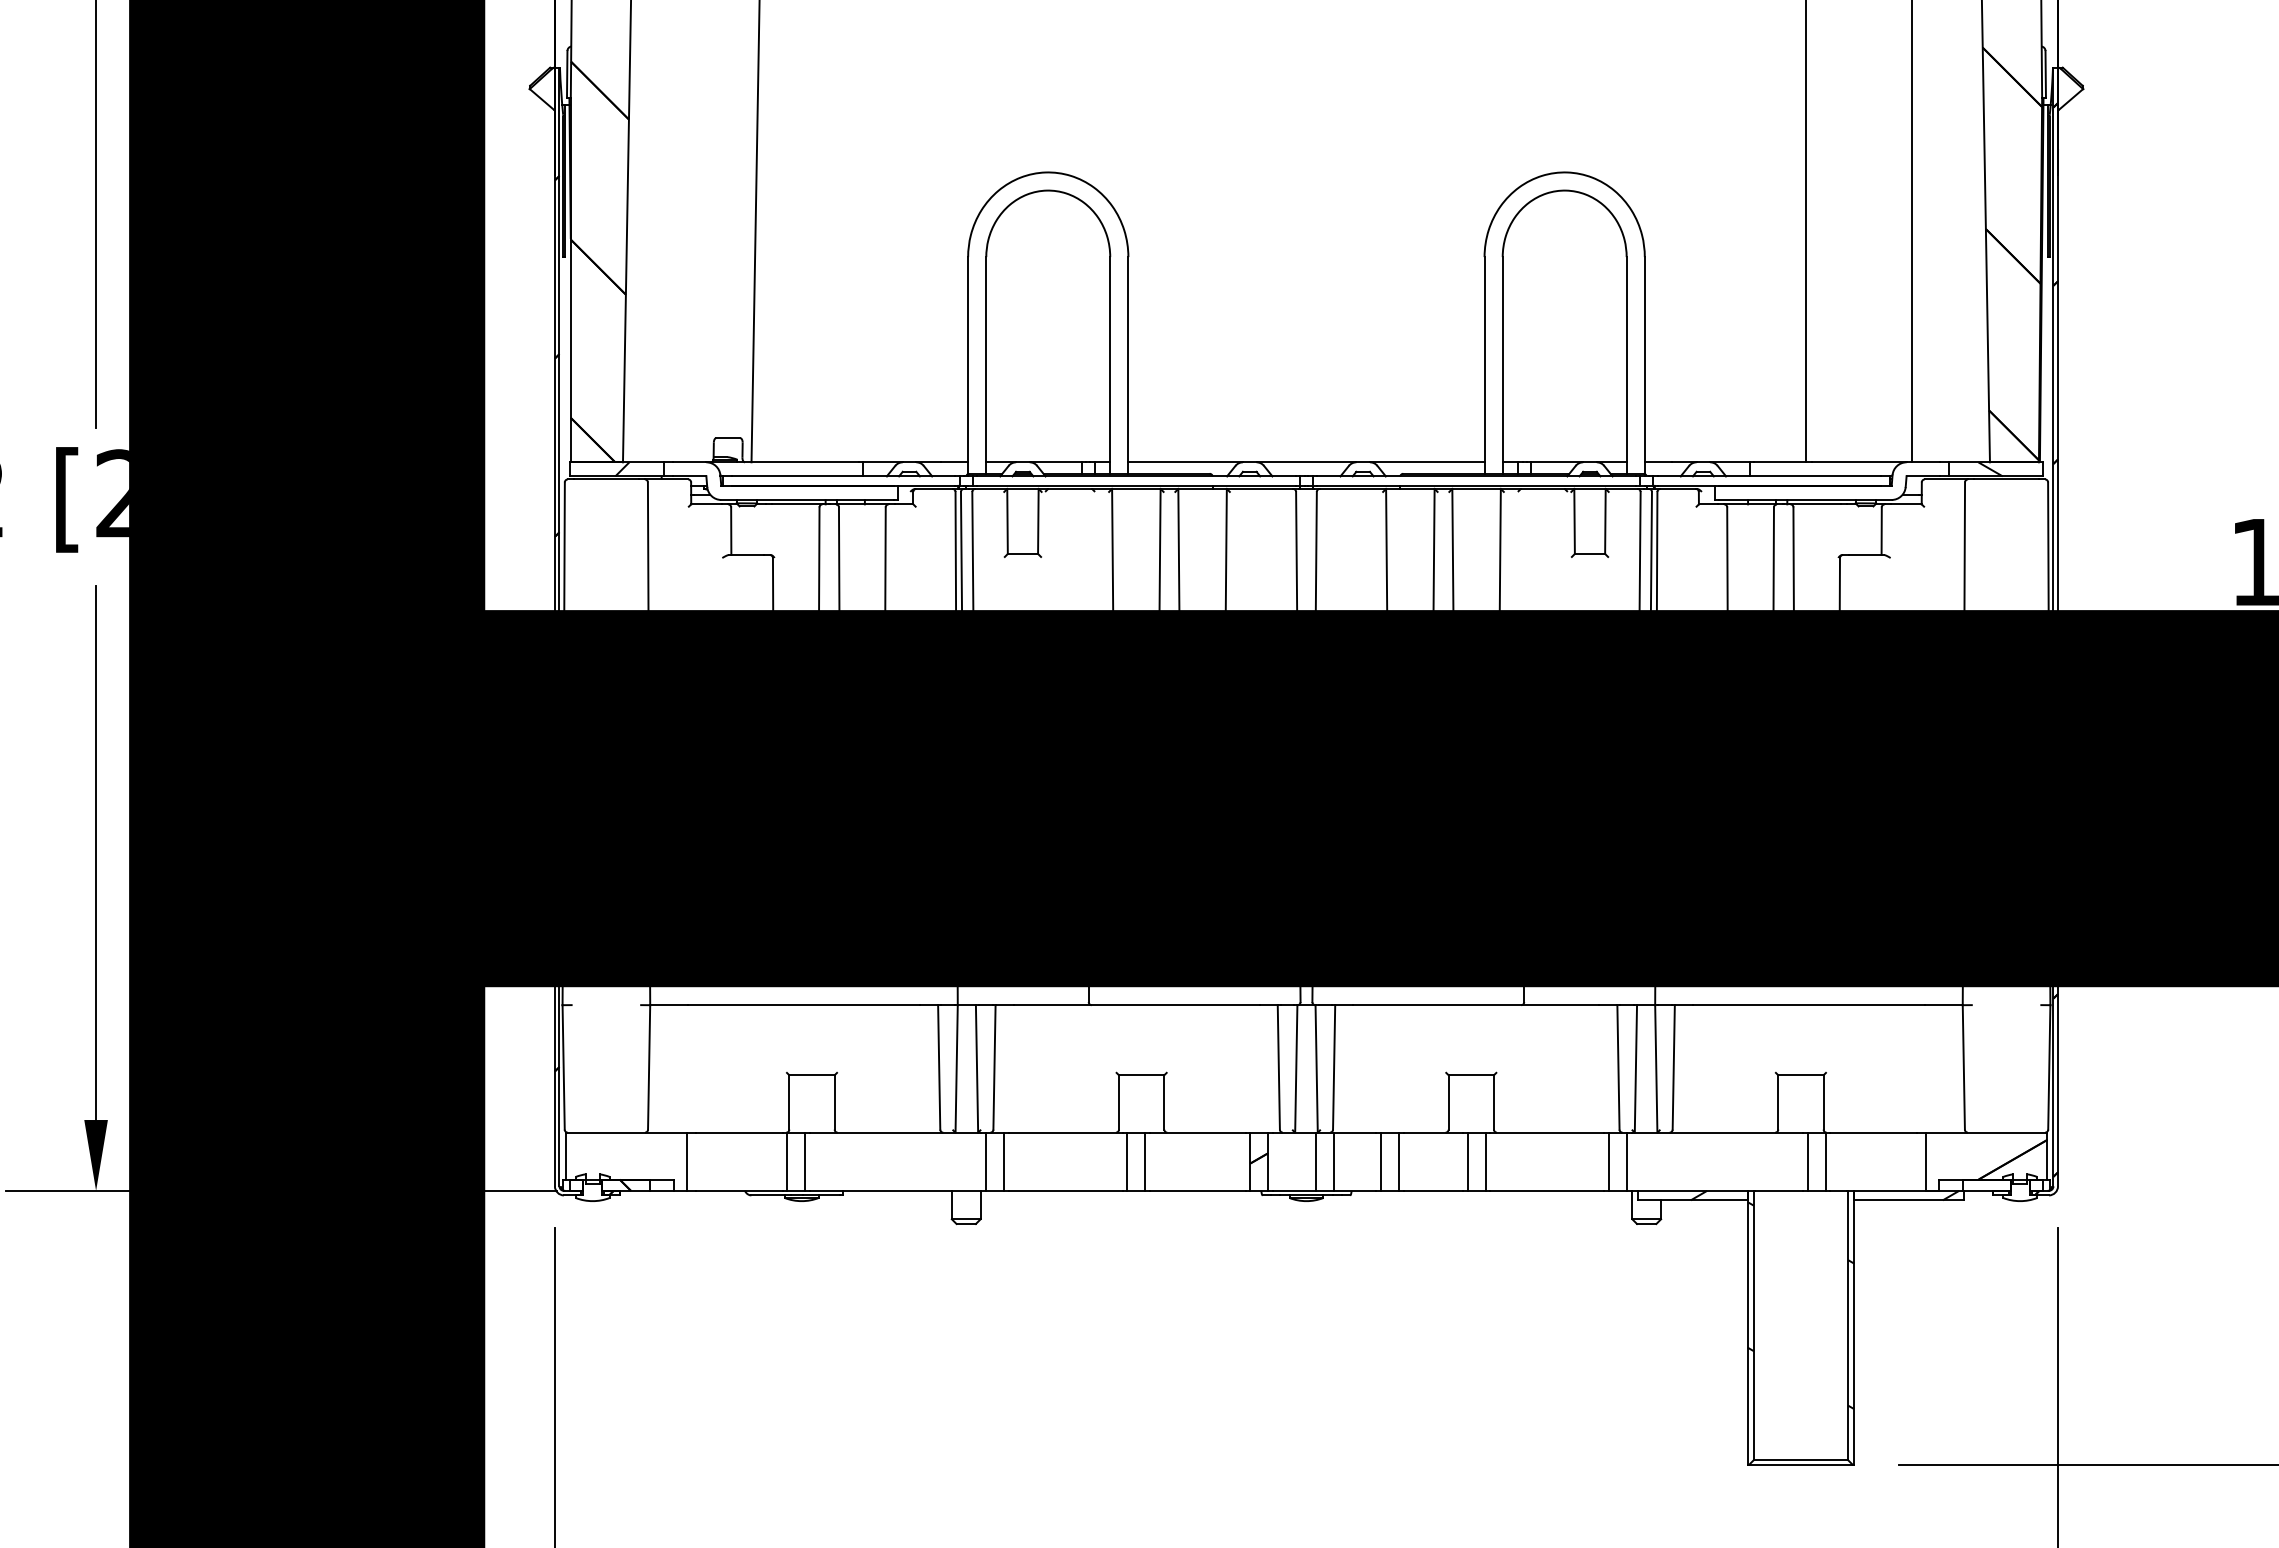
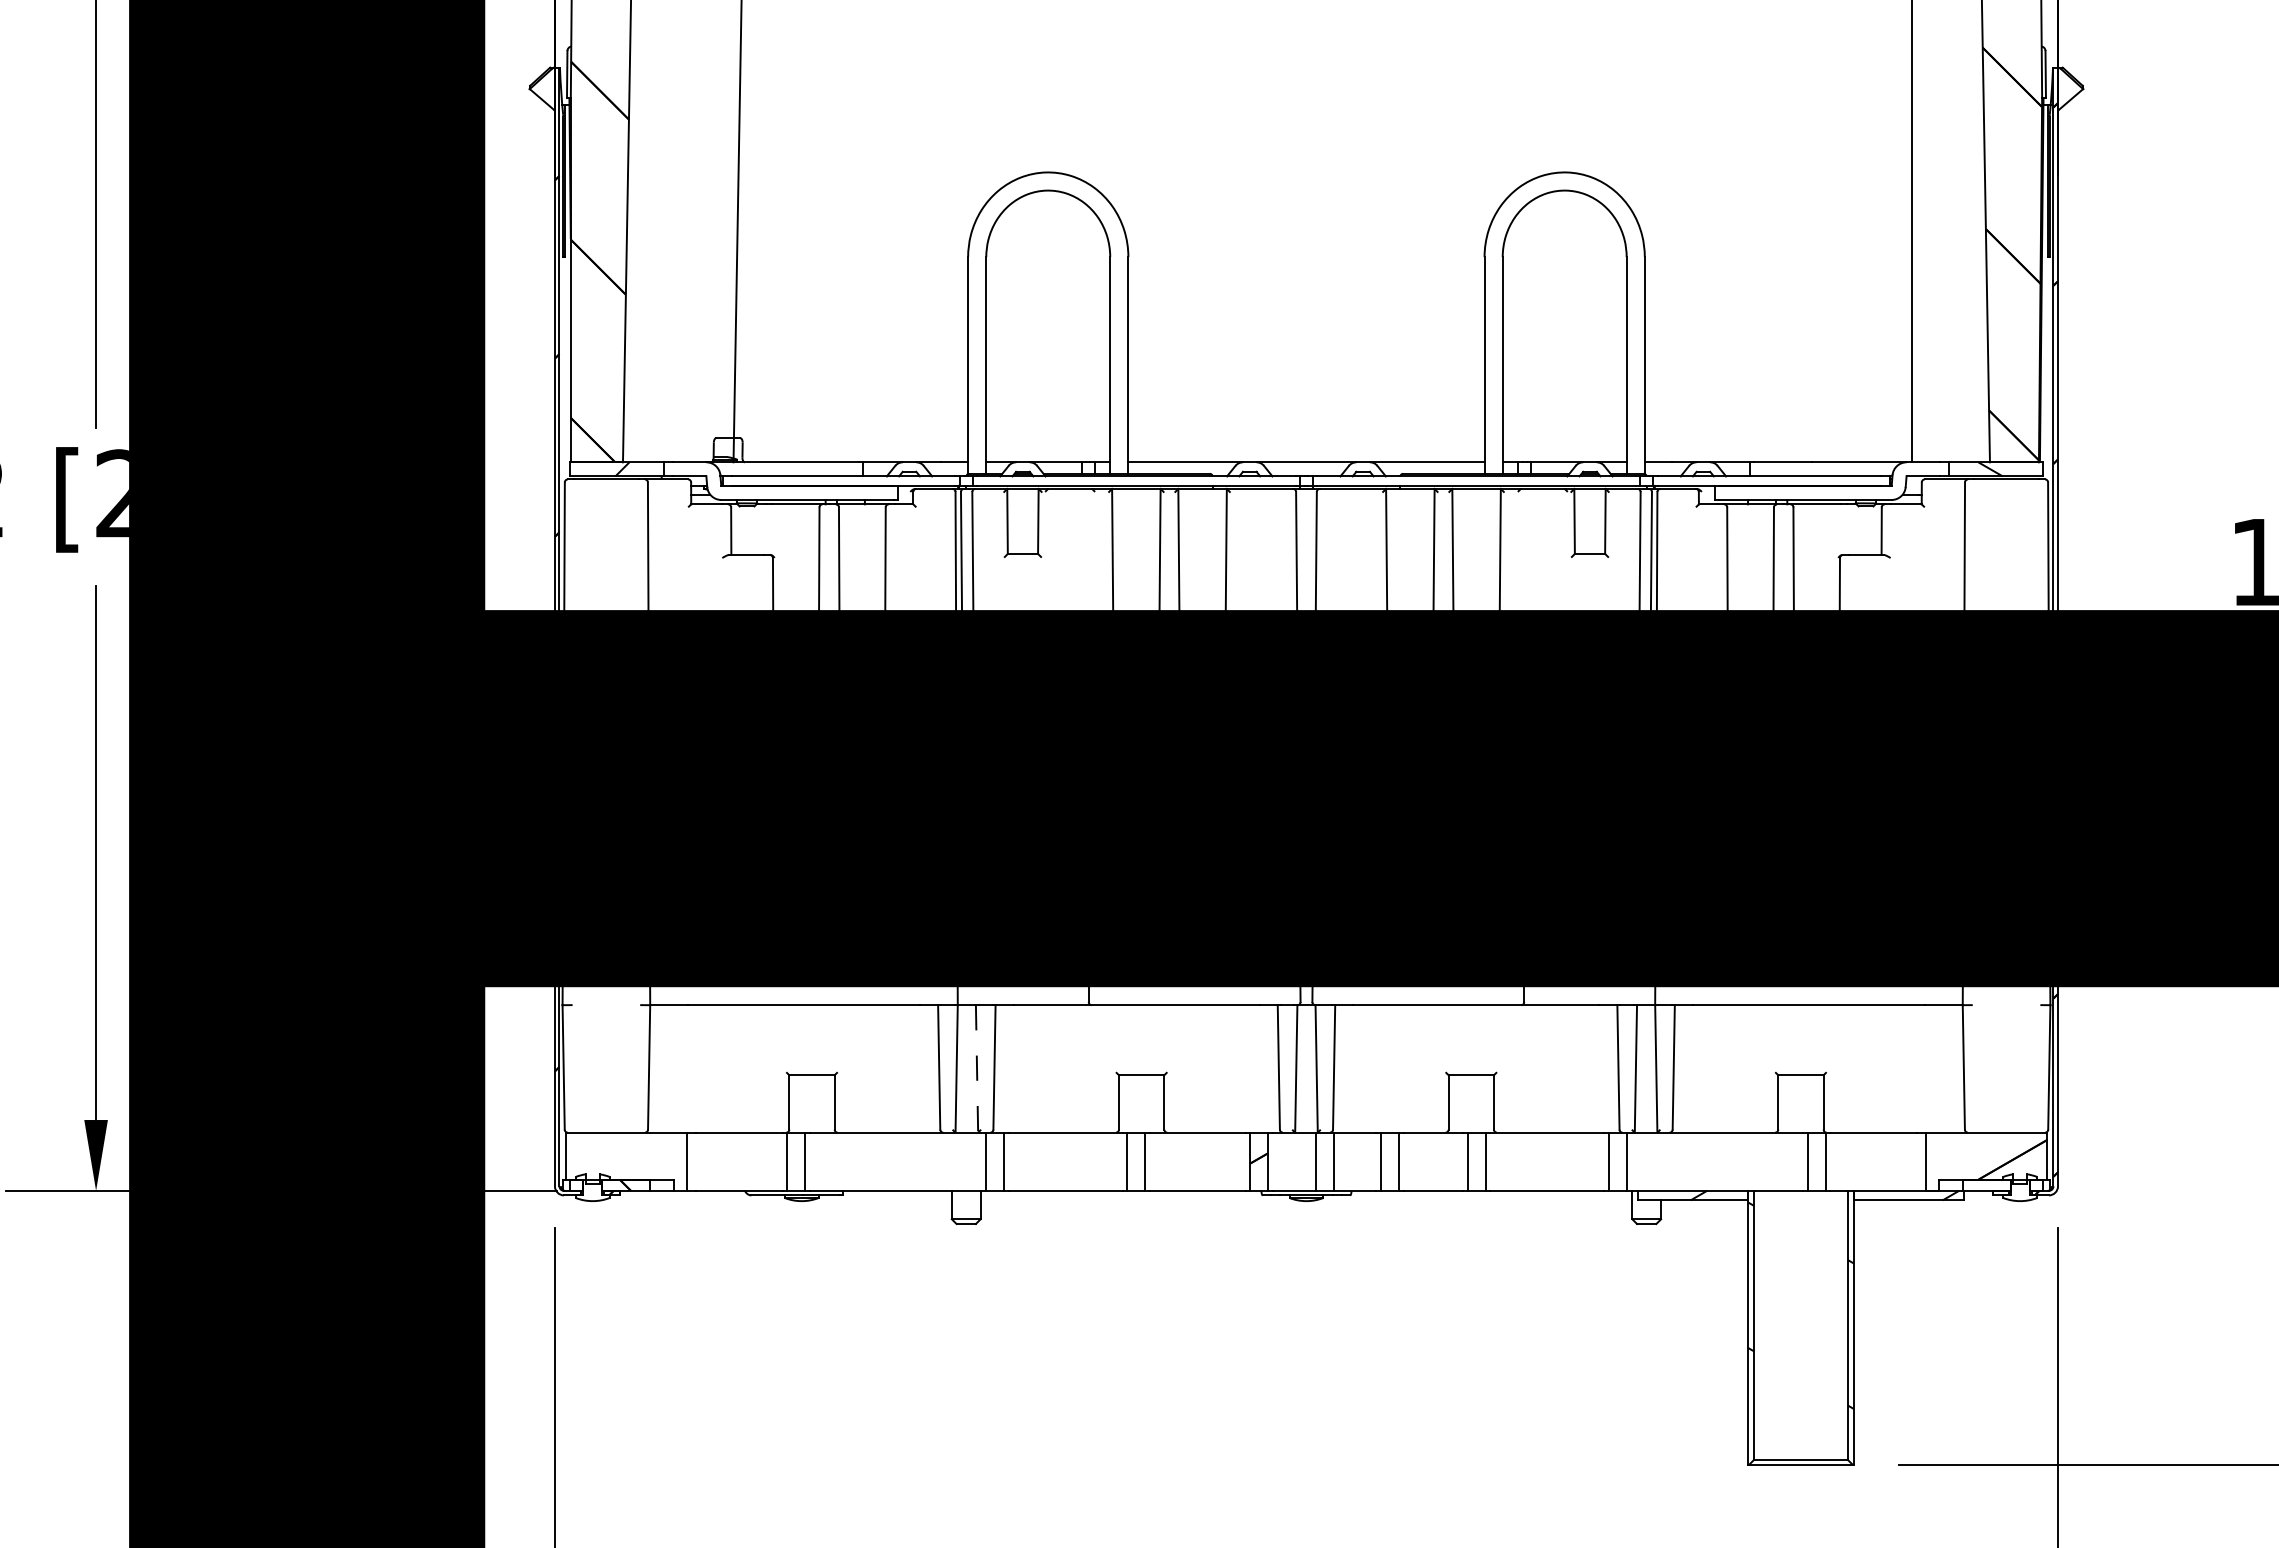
line at (755, 232) position: (755, 232) -> (737, 232)
line at (1805, 232): present -> none
line at (977, 1068): solid -> dashed
